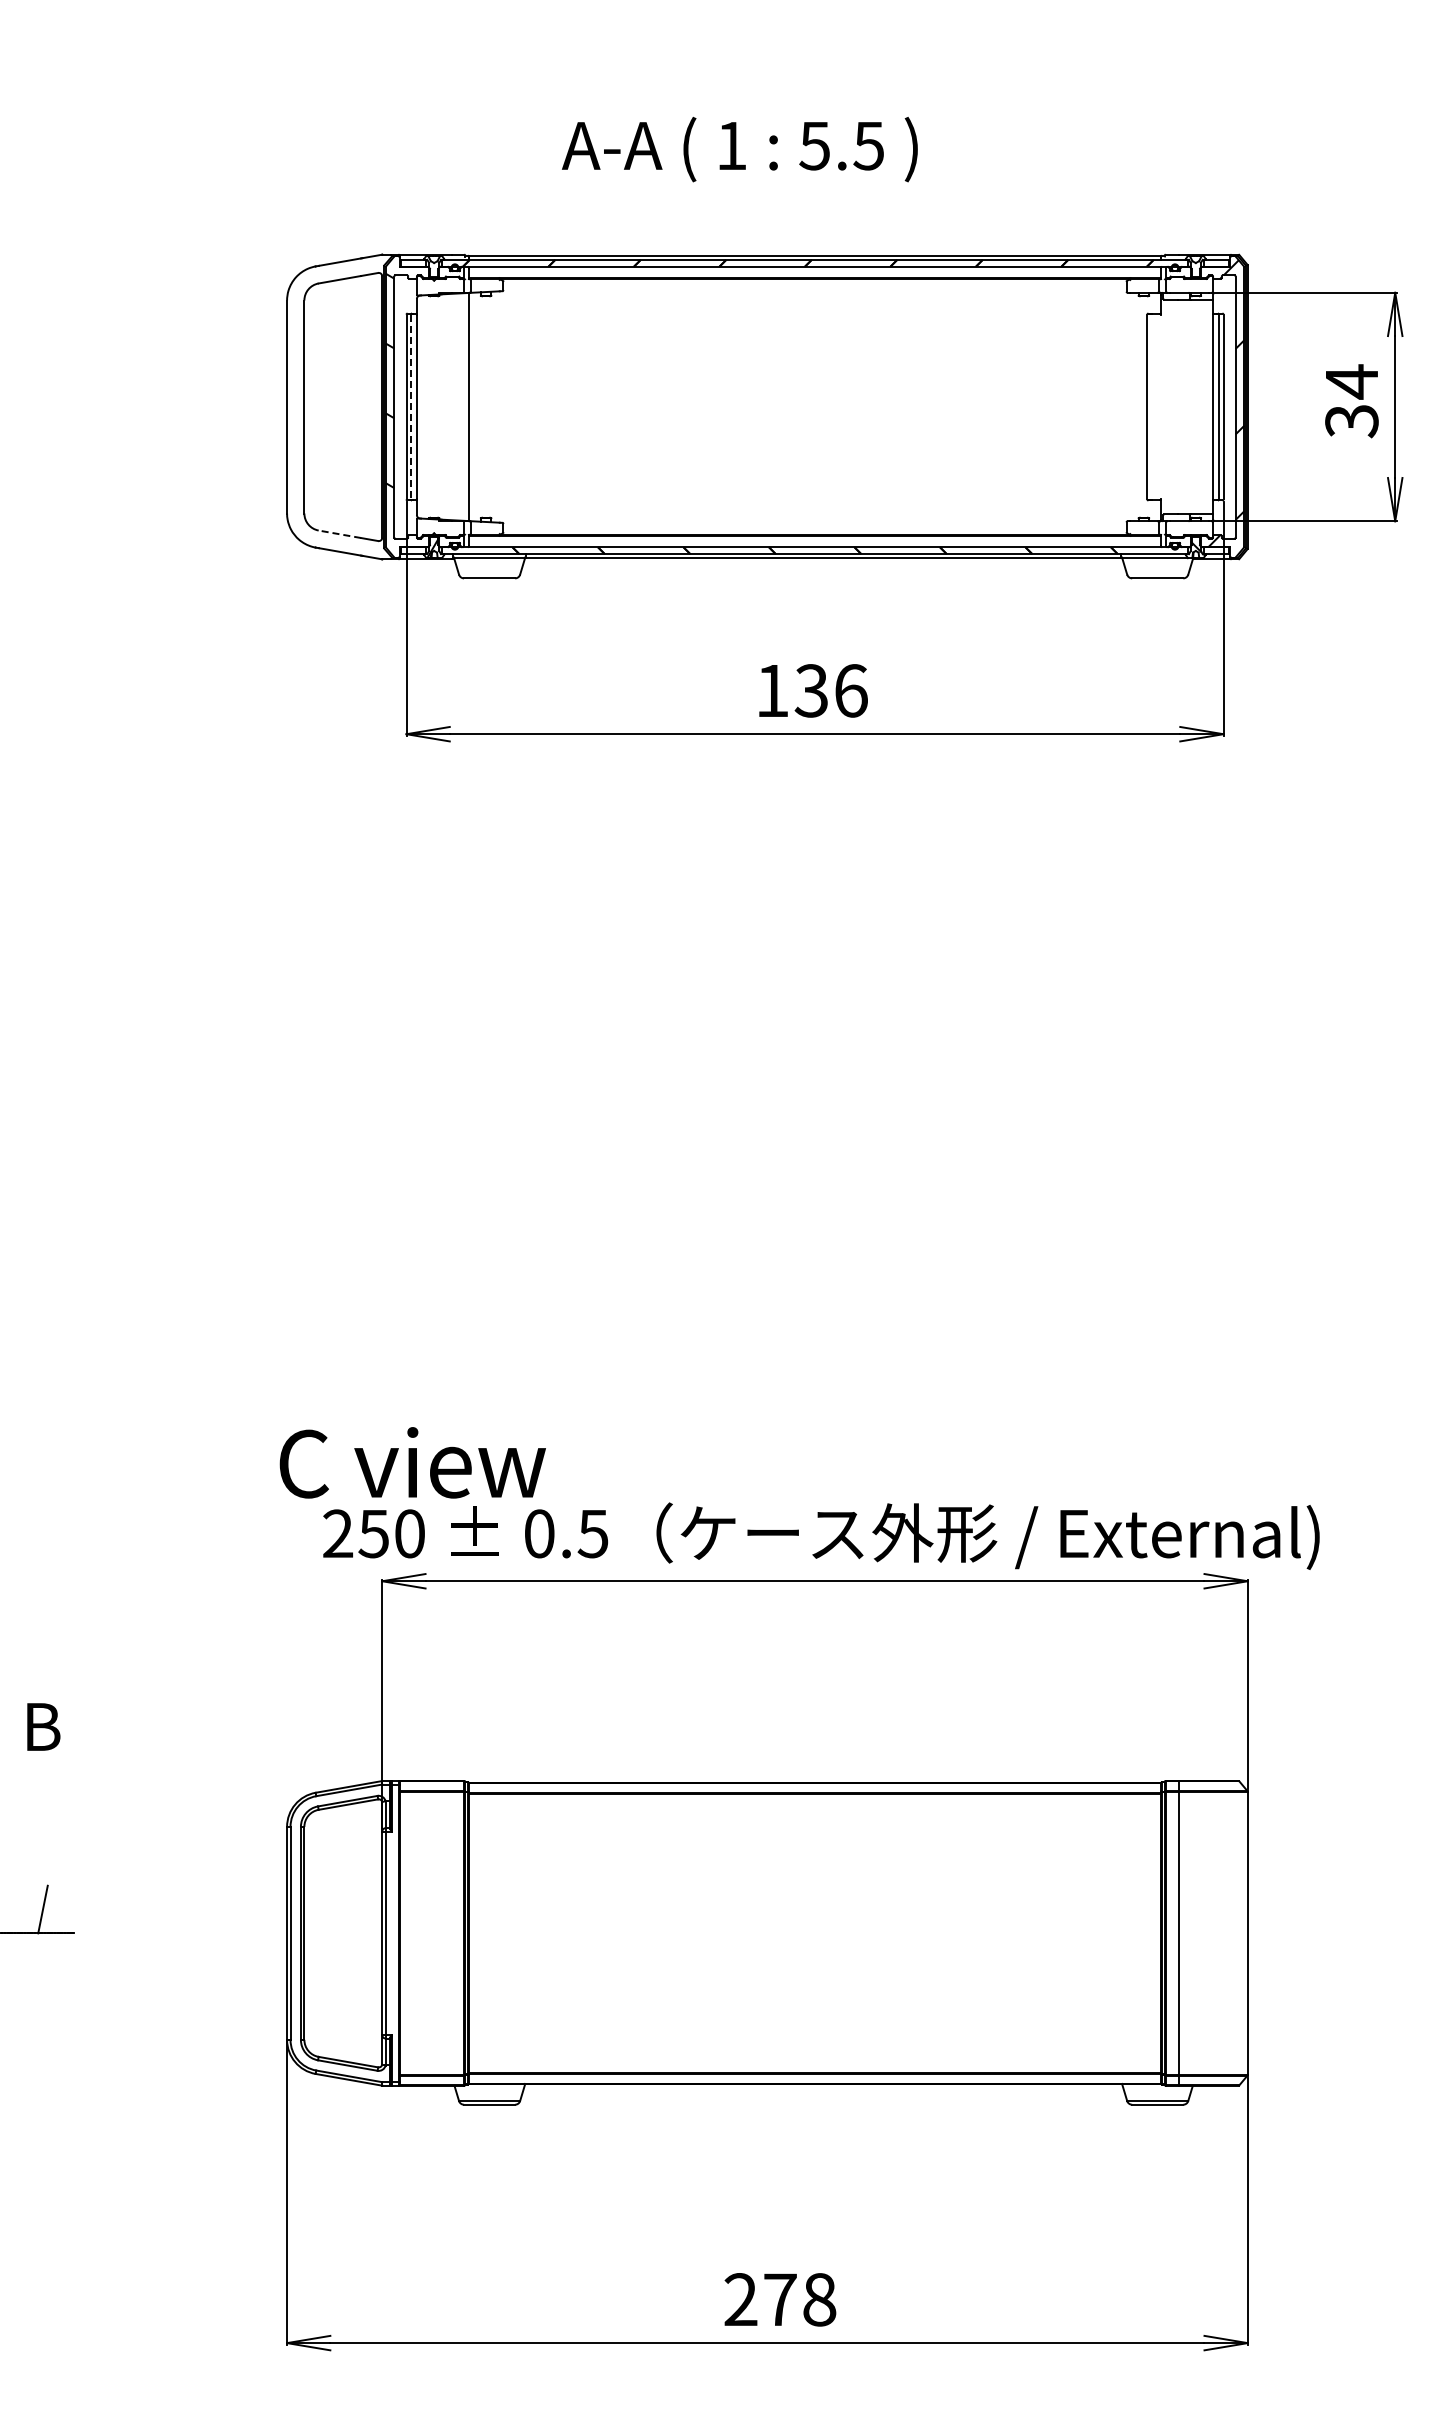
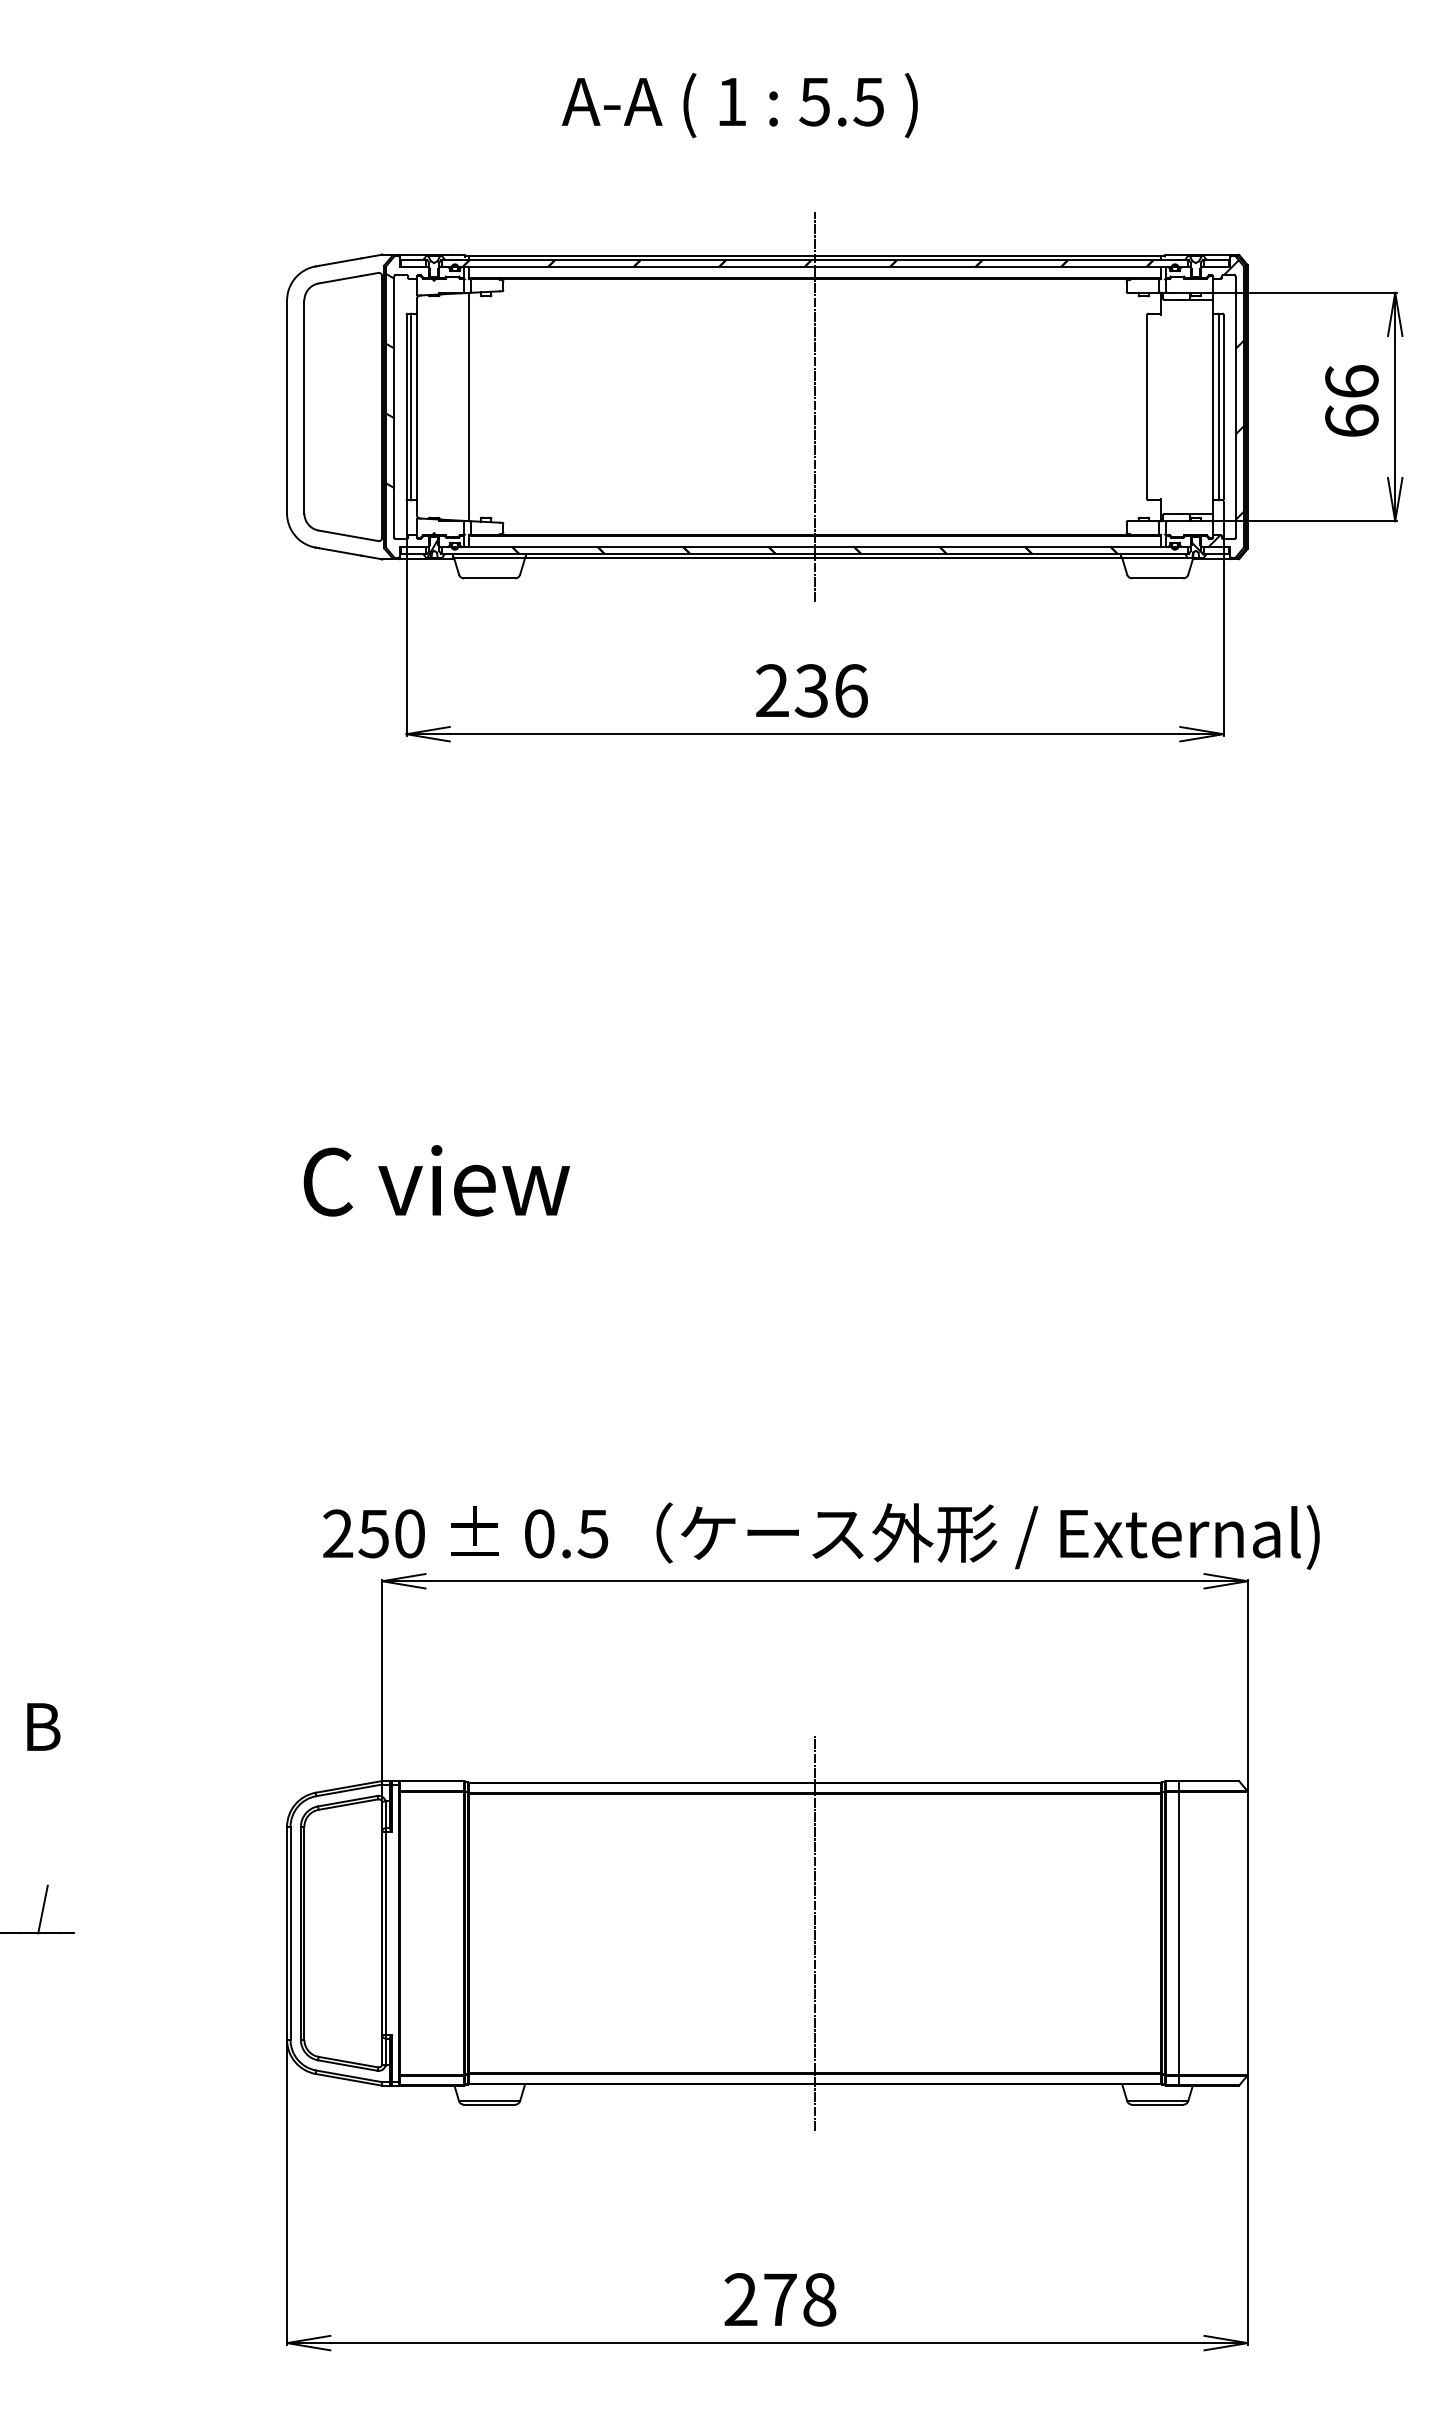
text at (739, 149) position: (739, 149) -> (739, 105)
text at (1351, 401): 34 -> 66
line at (815, 406): none -> present
line at (411, 407): dashed -> solid
line at (339, 534): dashed -> solid
text at (772, 690): 136 -> 236
text at (412, 1462) position: (412, 1462) -> (436, 1180)
line at (815, 1933): none -> present
